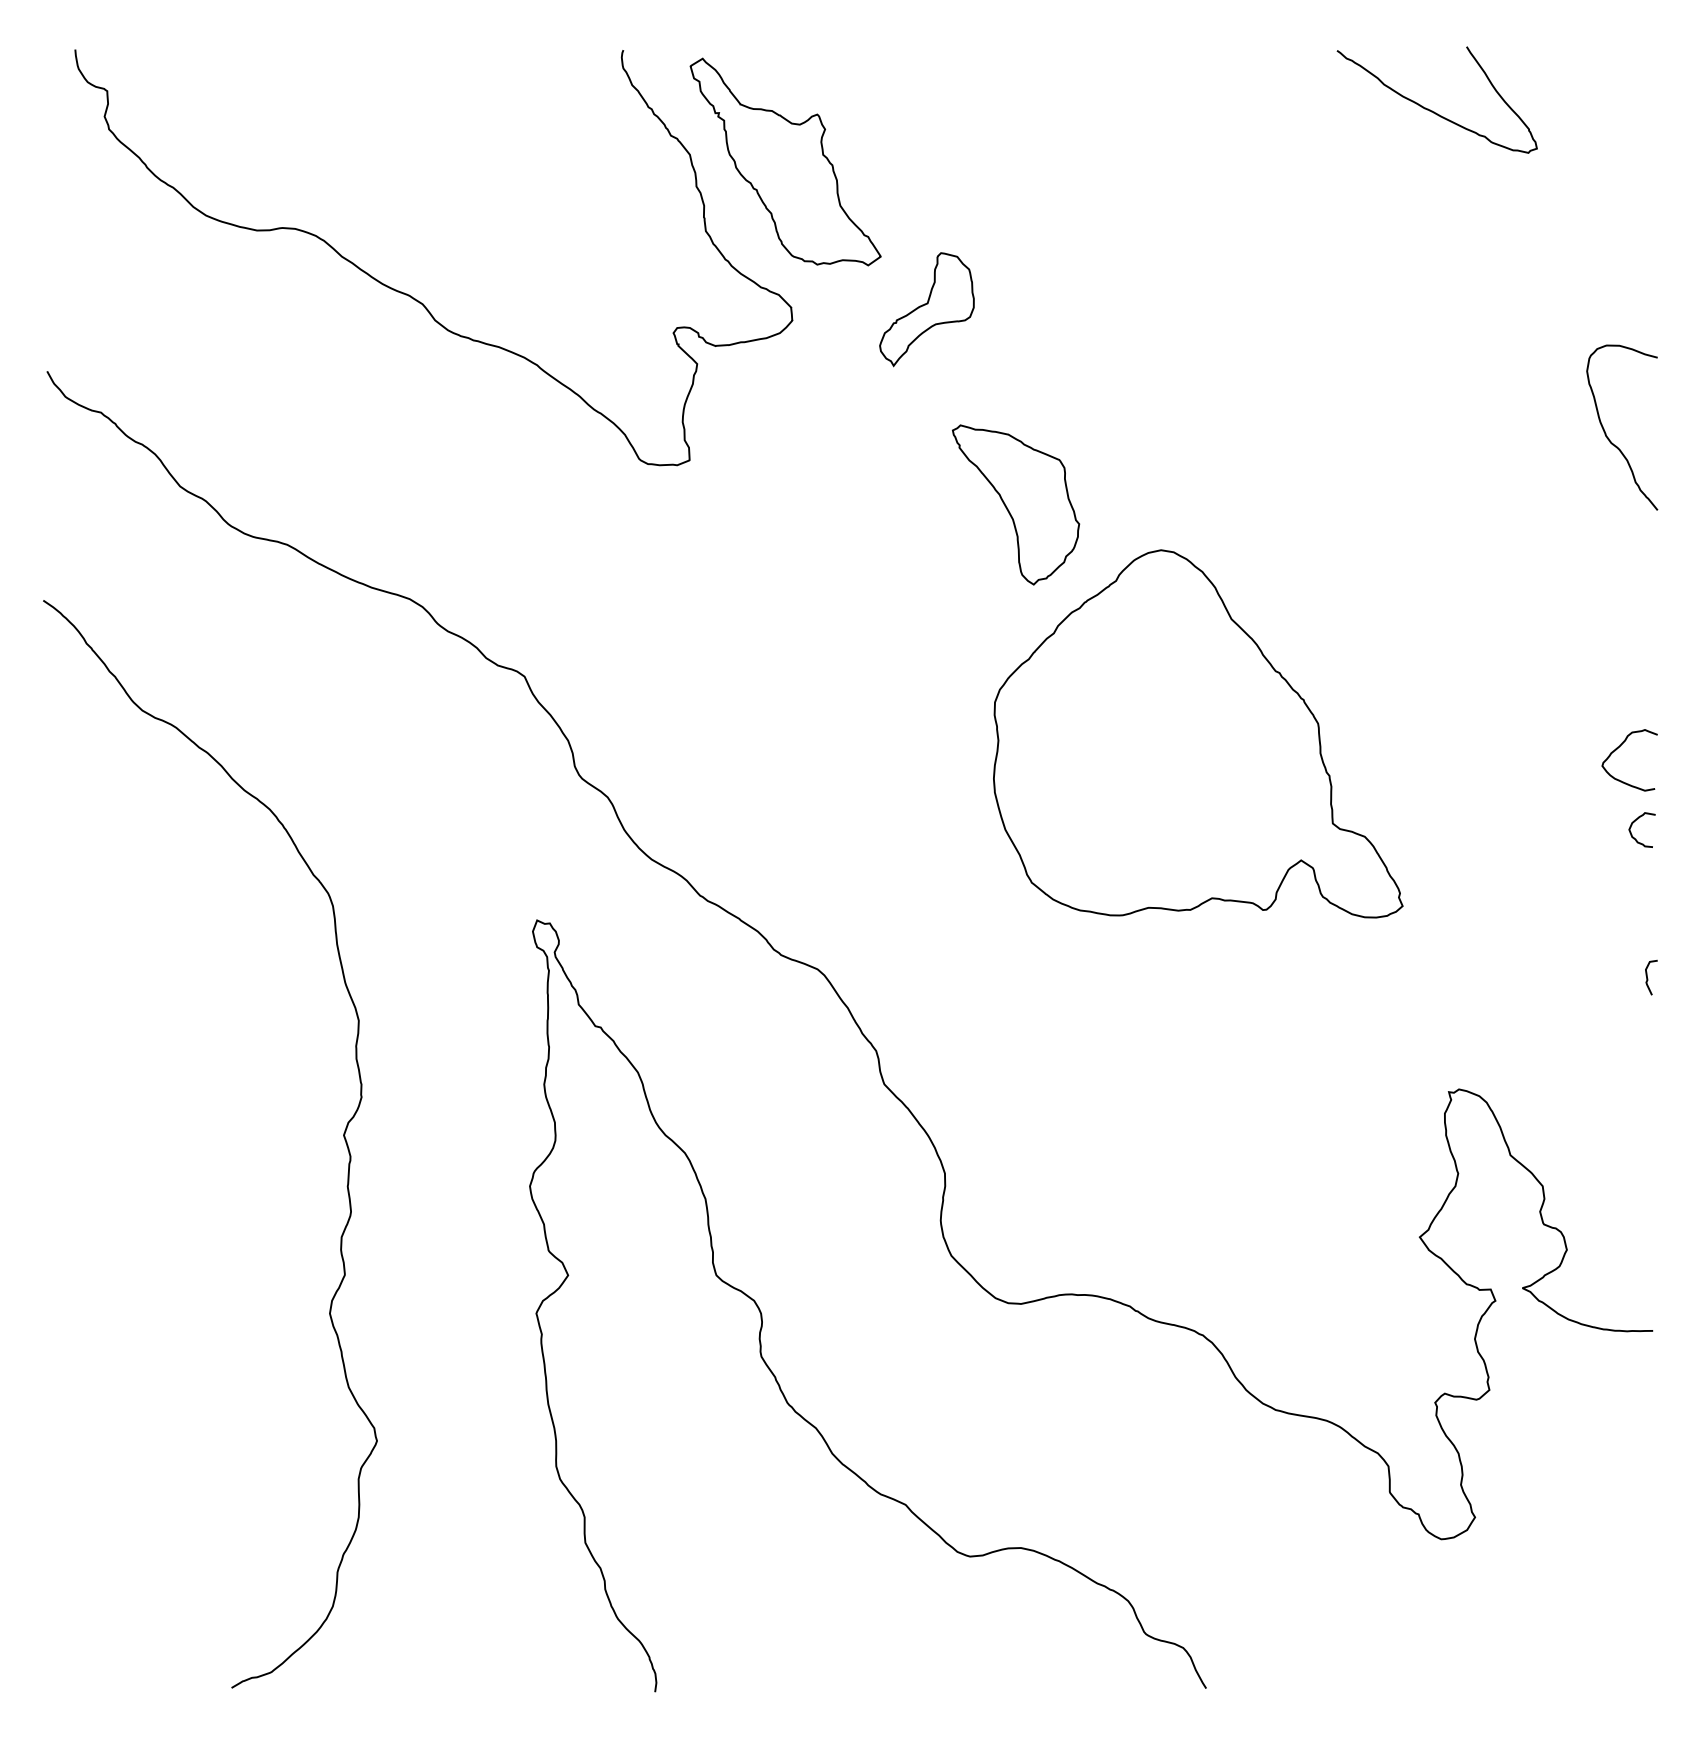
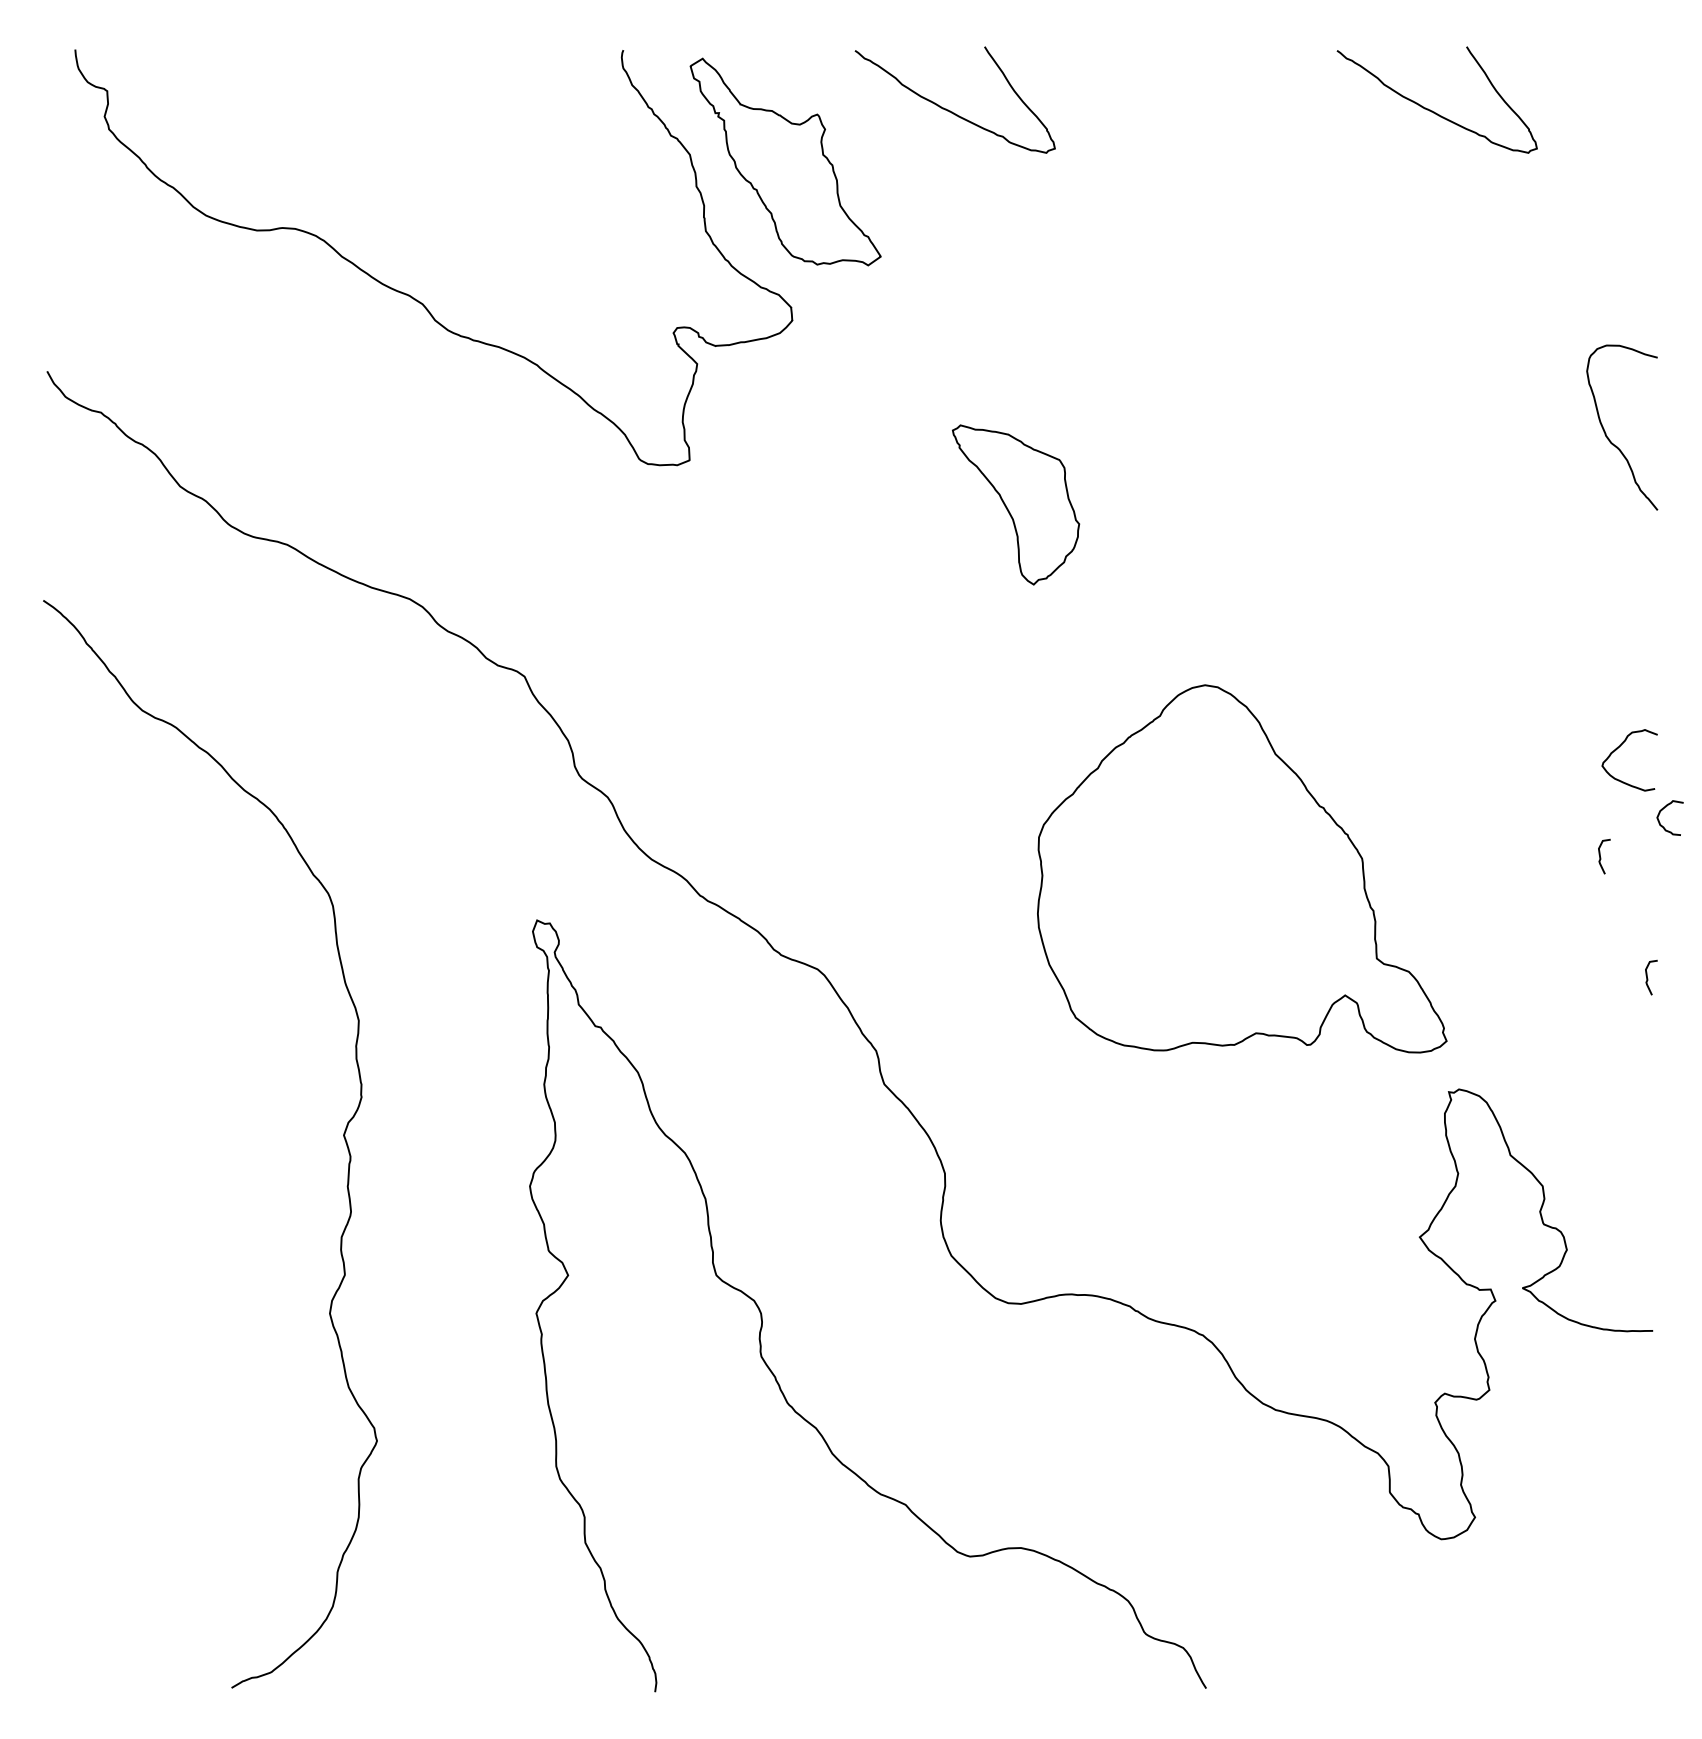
curve at (948, 109): none -> present
part at (926, 309): present -> none
part at (1198, 733) position: (1198, 733) -> (1242, 868)
curve at (1632, 825) position: (1632, 825) -> (1660, 813)
curve at (1601, 857): none -> present
